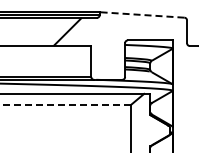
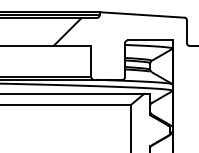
line at (141, 14): dashed -> solid
line at (65, 105): dashed -> solid
